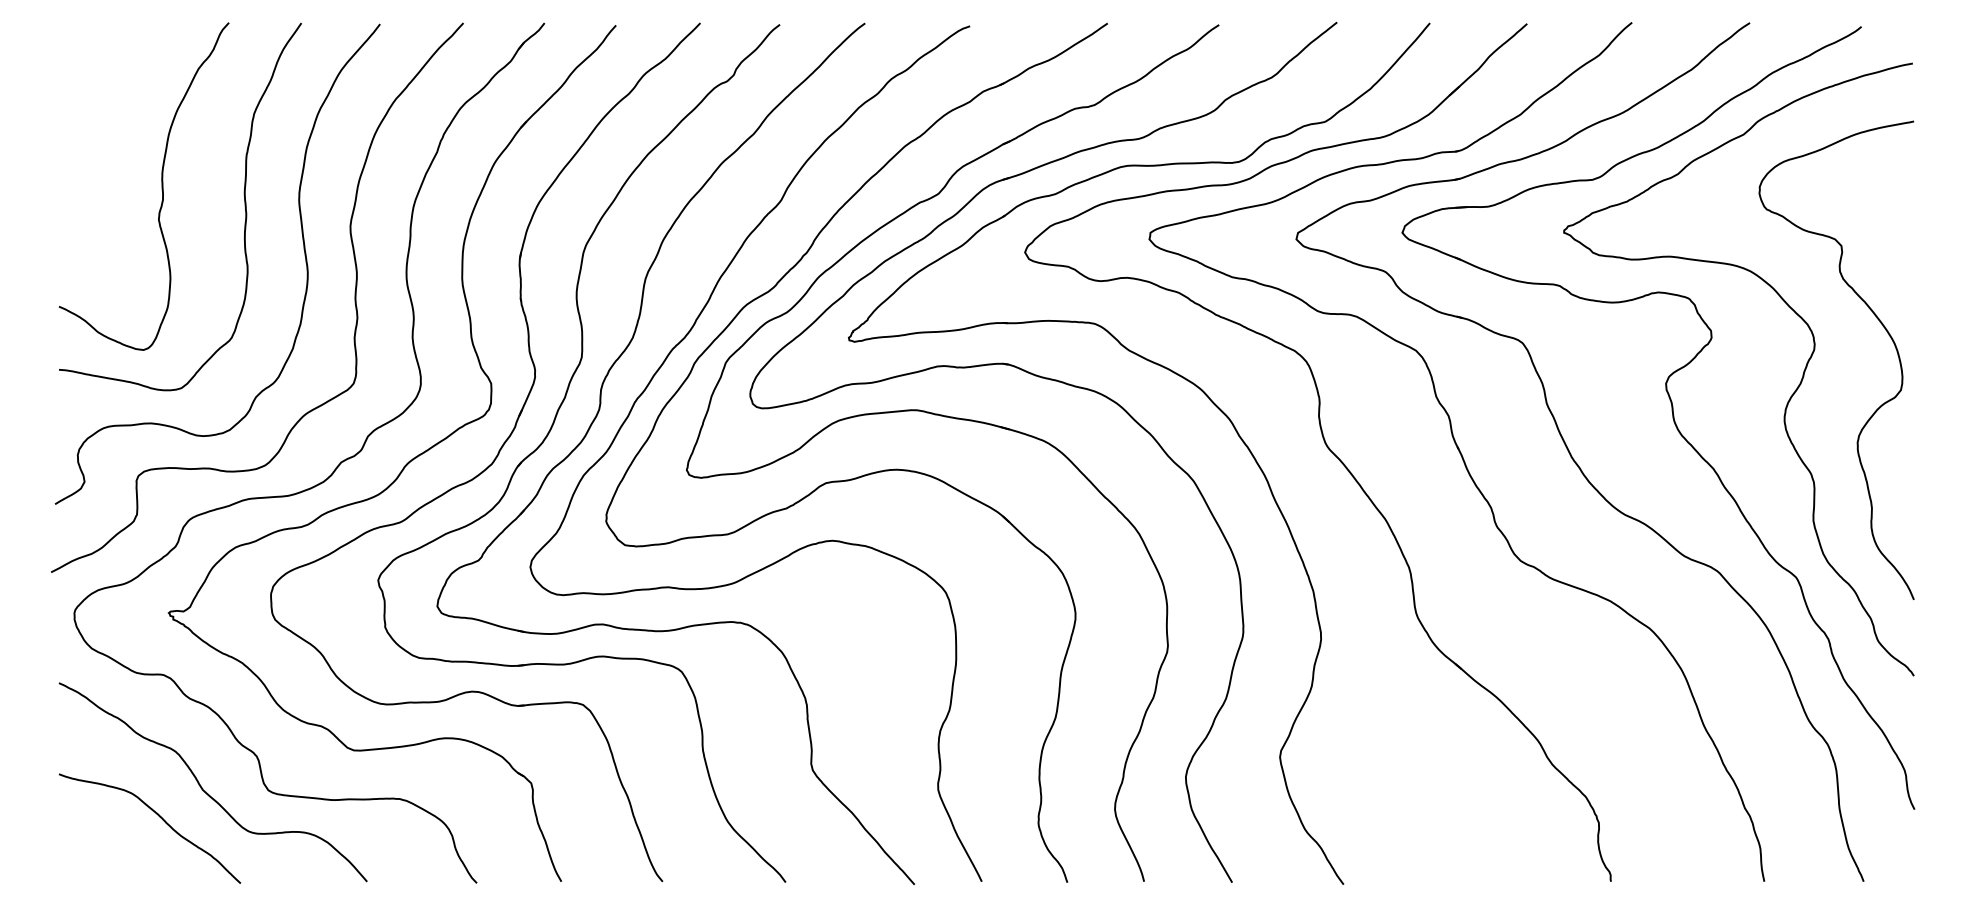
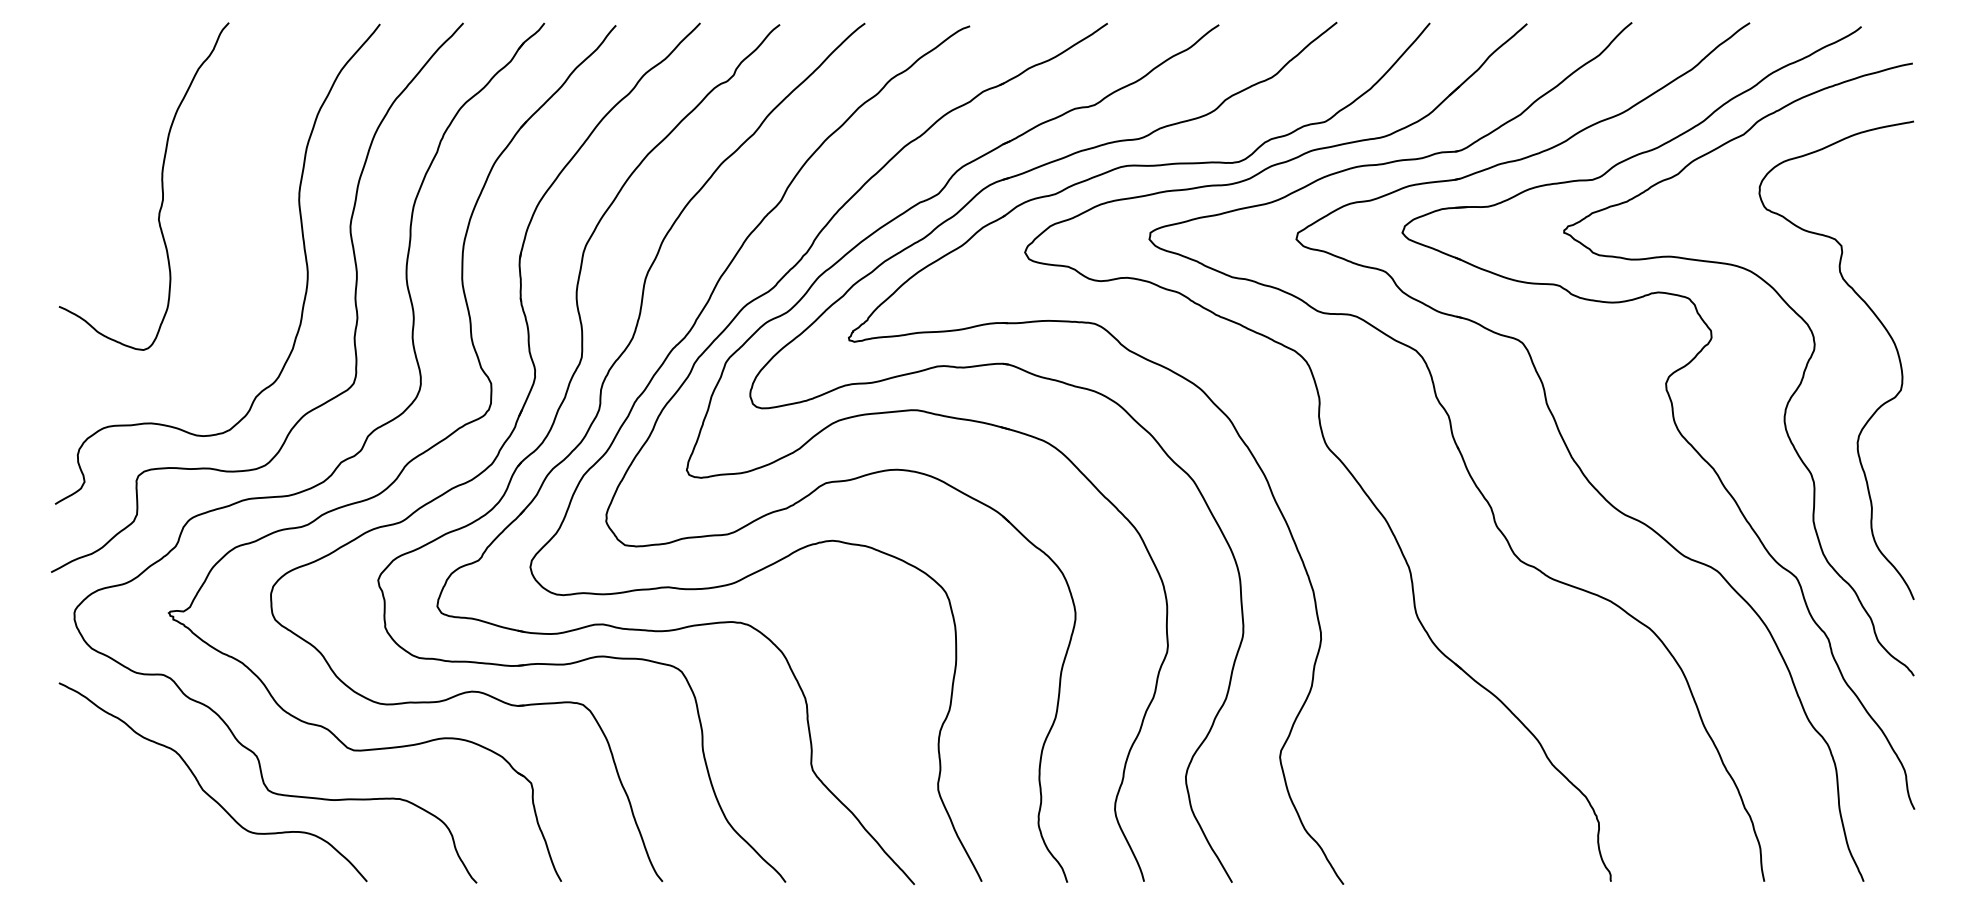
curve at (244, 206): present -> none
curve at (159, 817): present -> none
